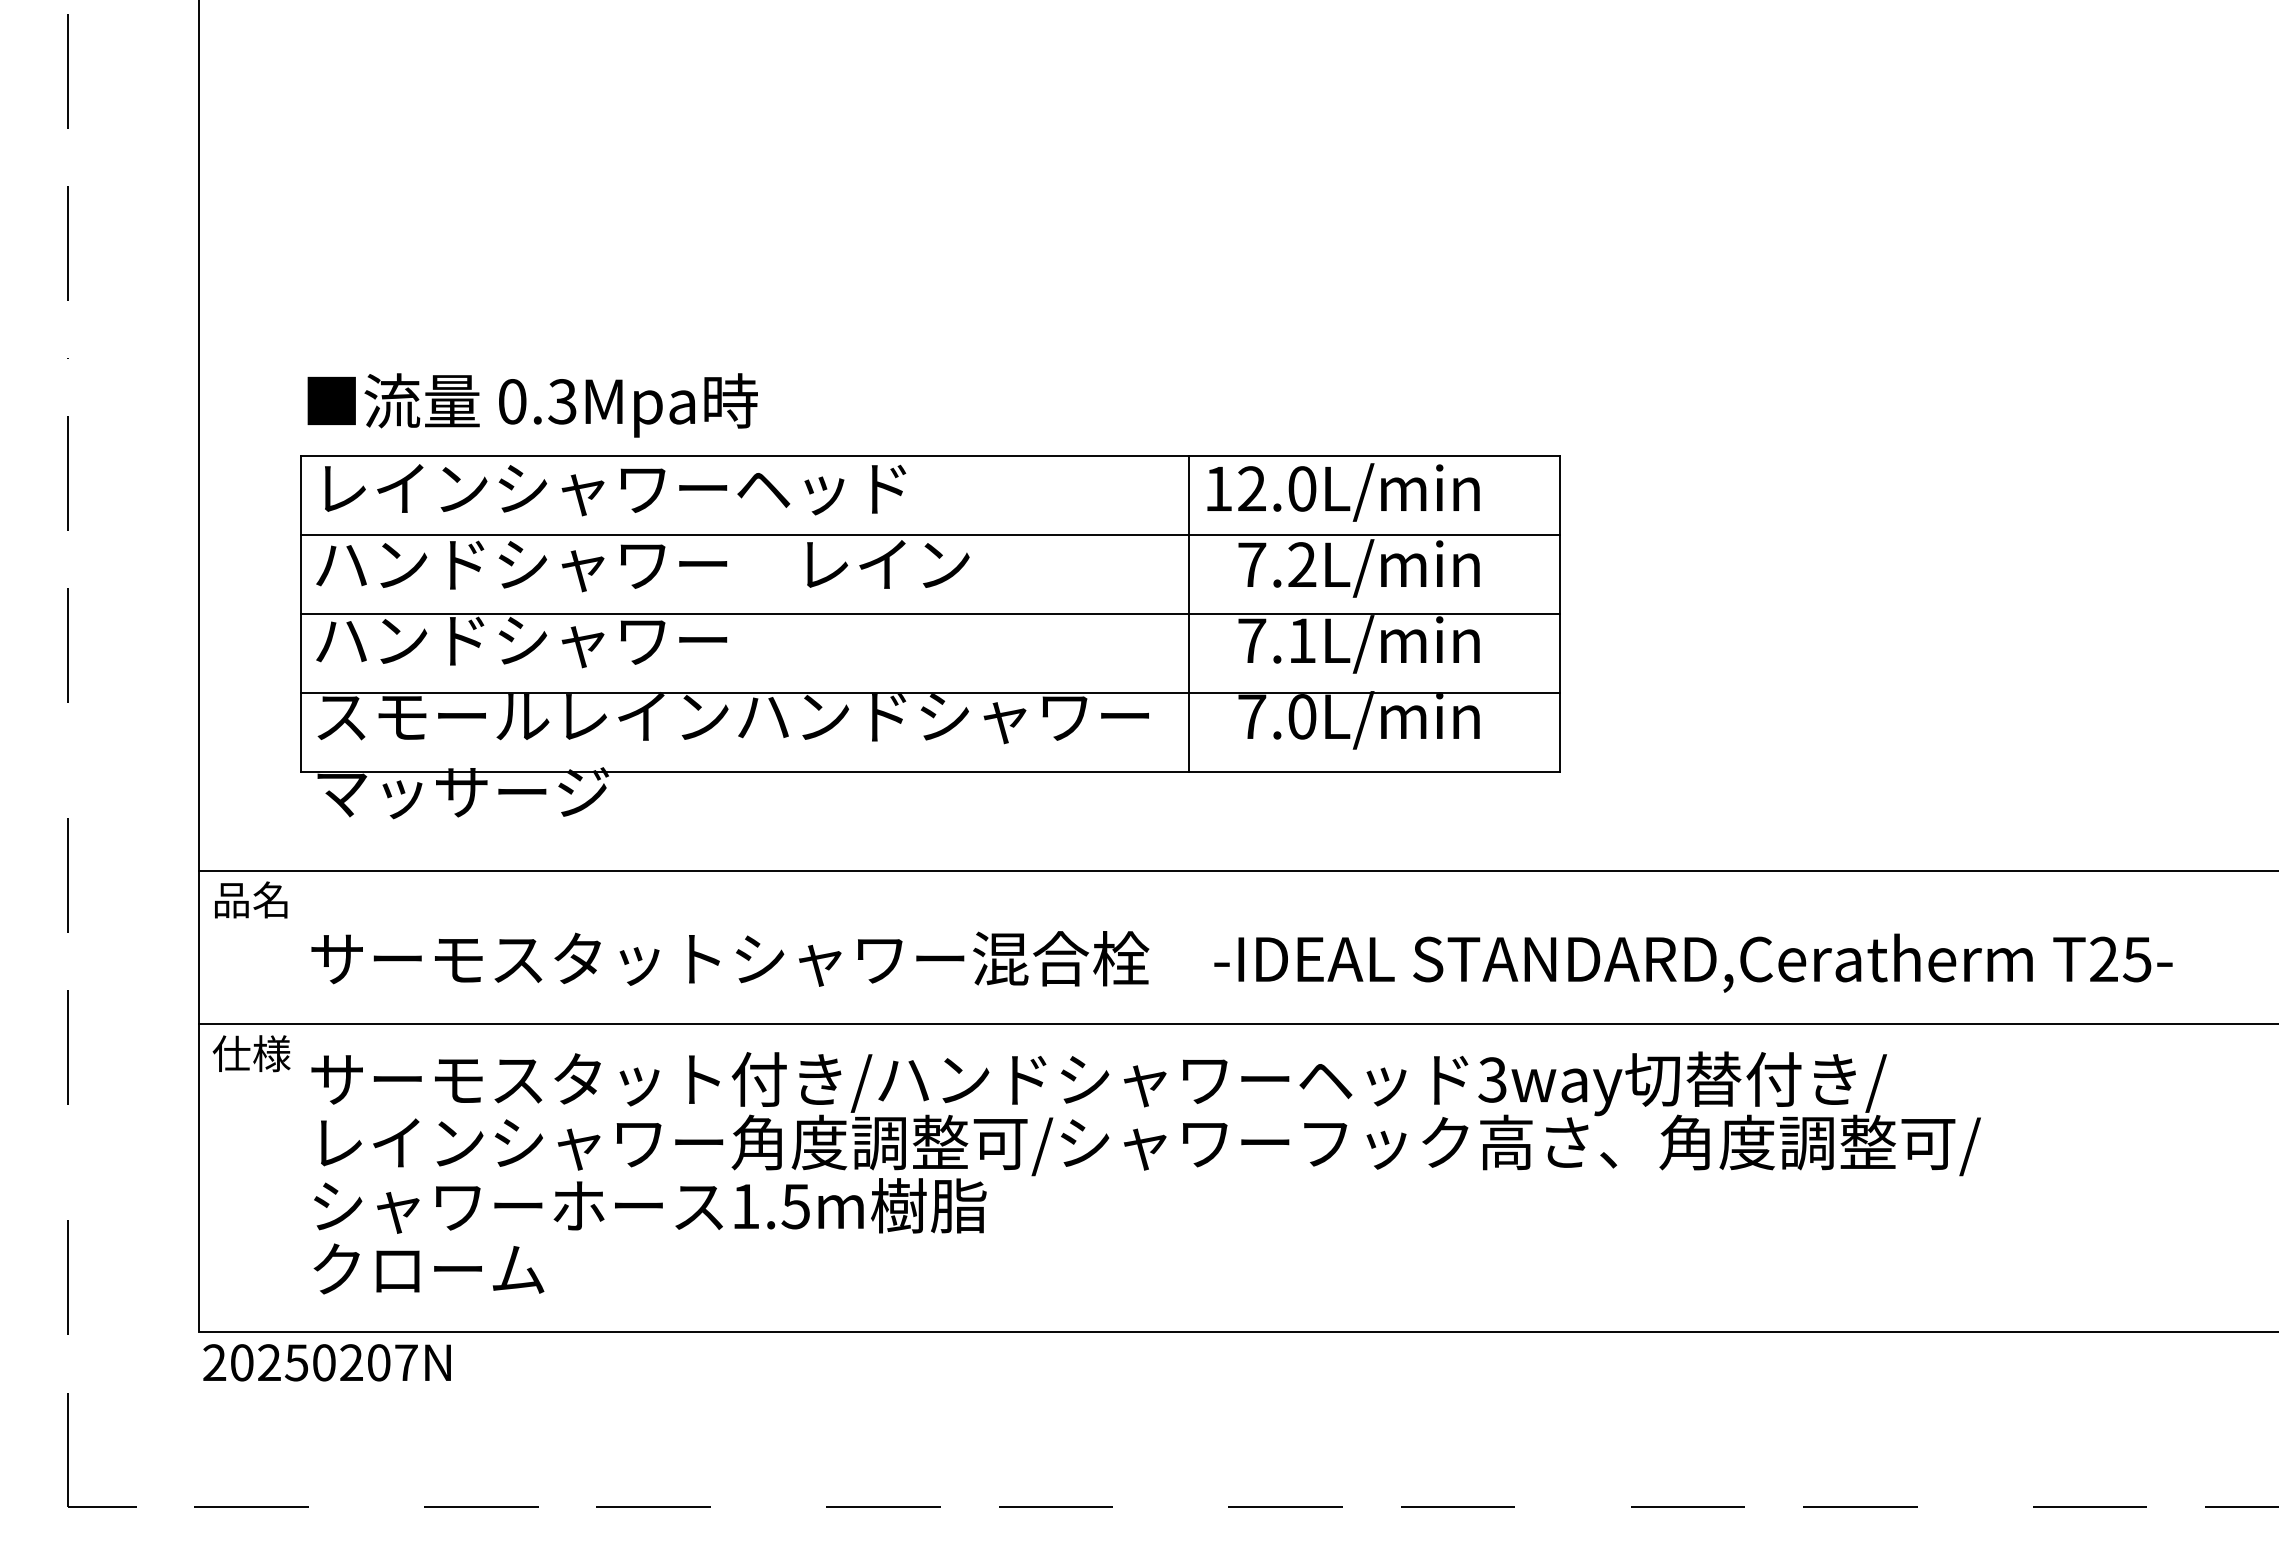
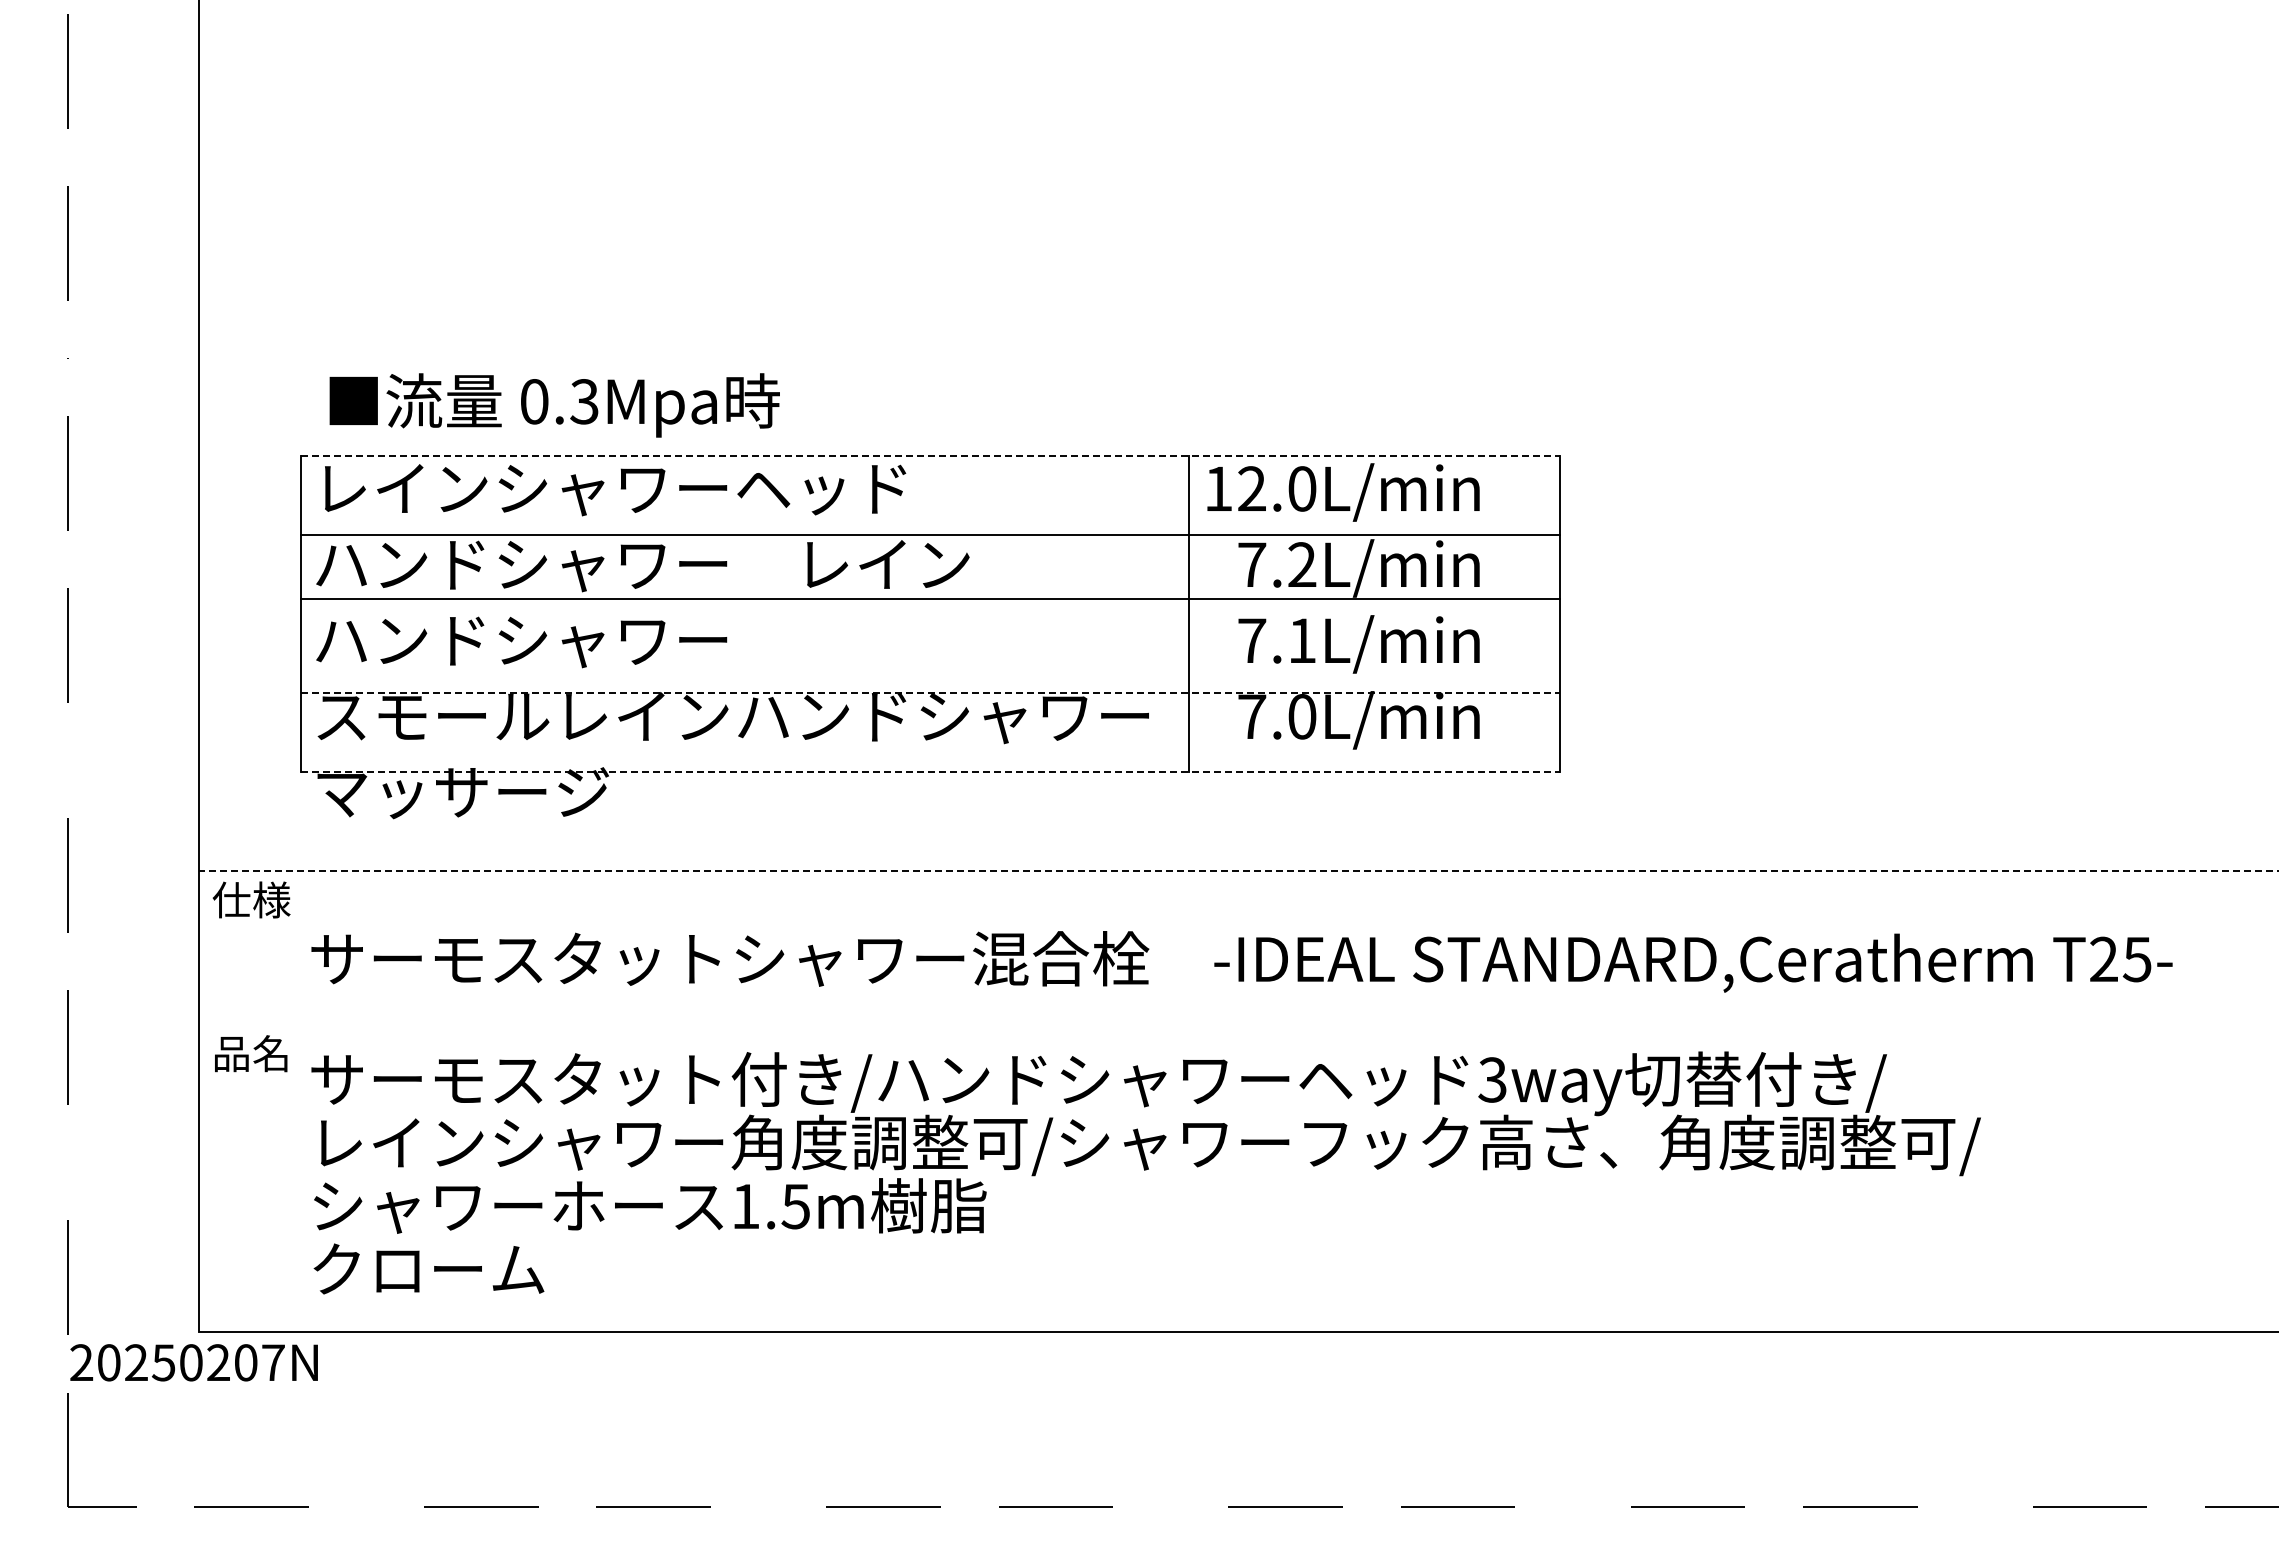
text at (532, 405) position: (532, 405) -> (554, 405)
line at (930, 455): solid -> dashed
line at (929, 613) position: (929, 613) -> (929, 598)
line at (930, 692): solid -> dashed
line at (930, 771): solid -> dashed
line at (1238, 870): solid -> dashed
text at (251, 899): 品名 -> 仕様
line at (1236, 1024): present -> none
text at (251, 1053): 仕様 -> 品名
text at (326, 1362) position: (326, 1362) -> (193, 1362)
